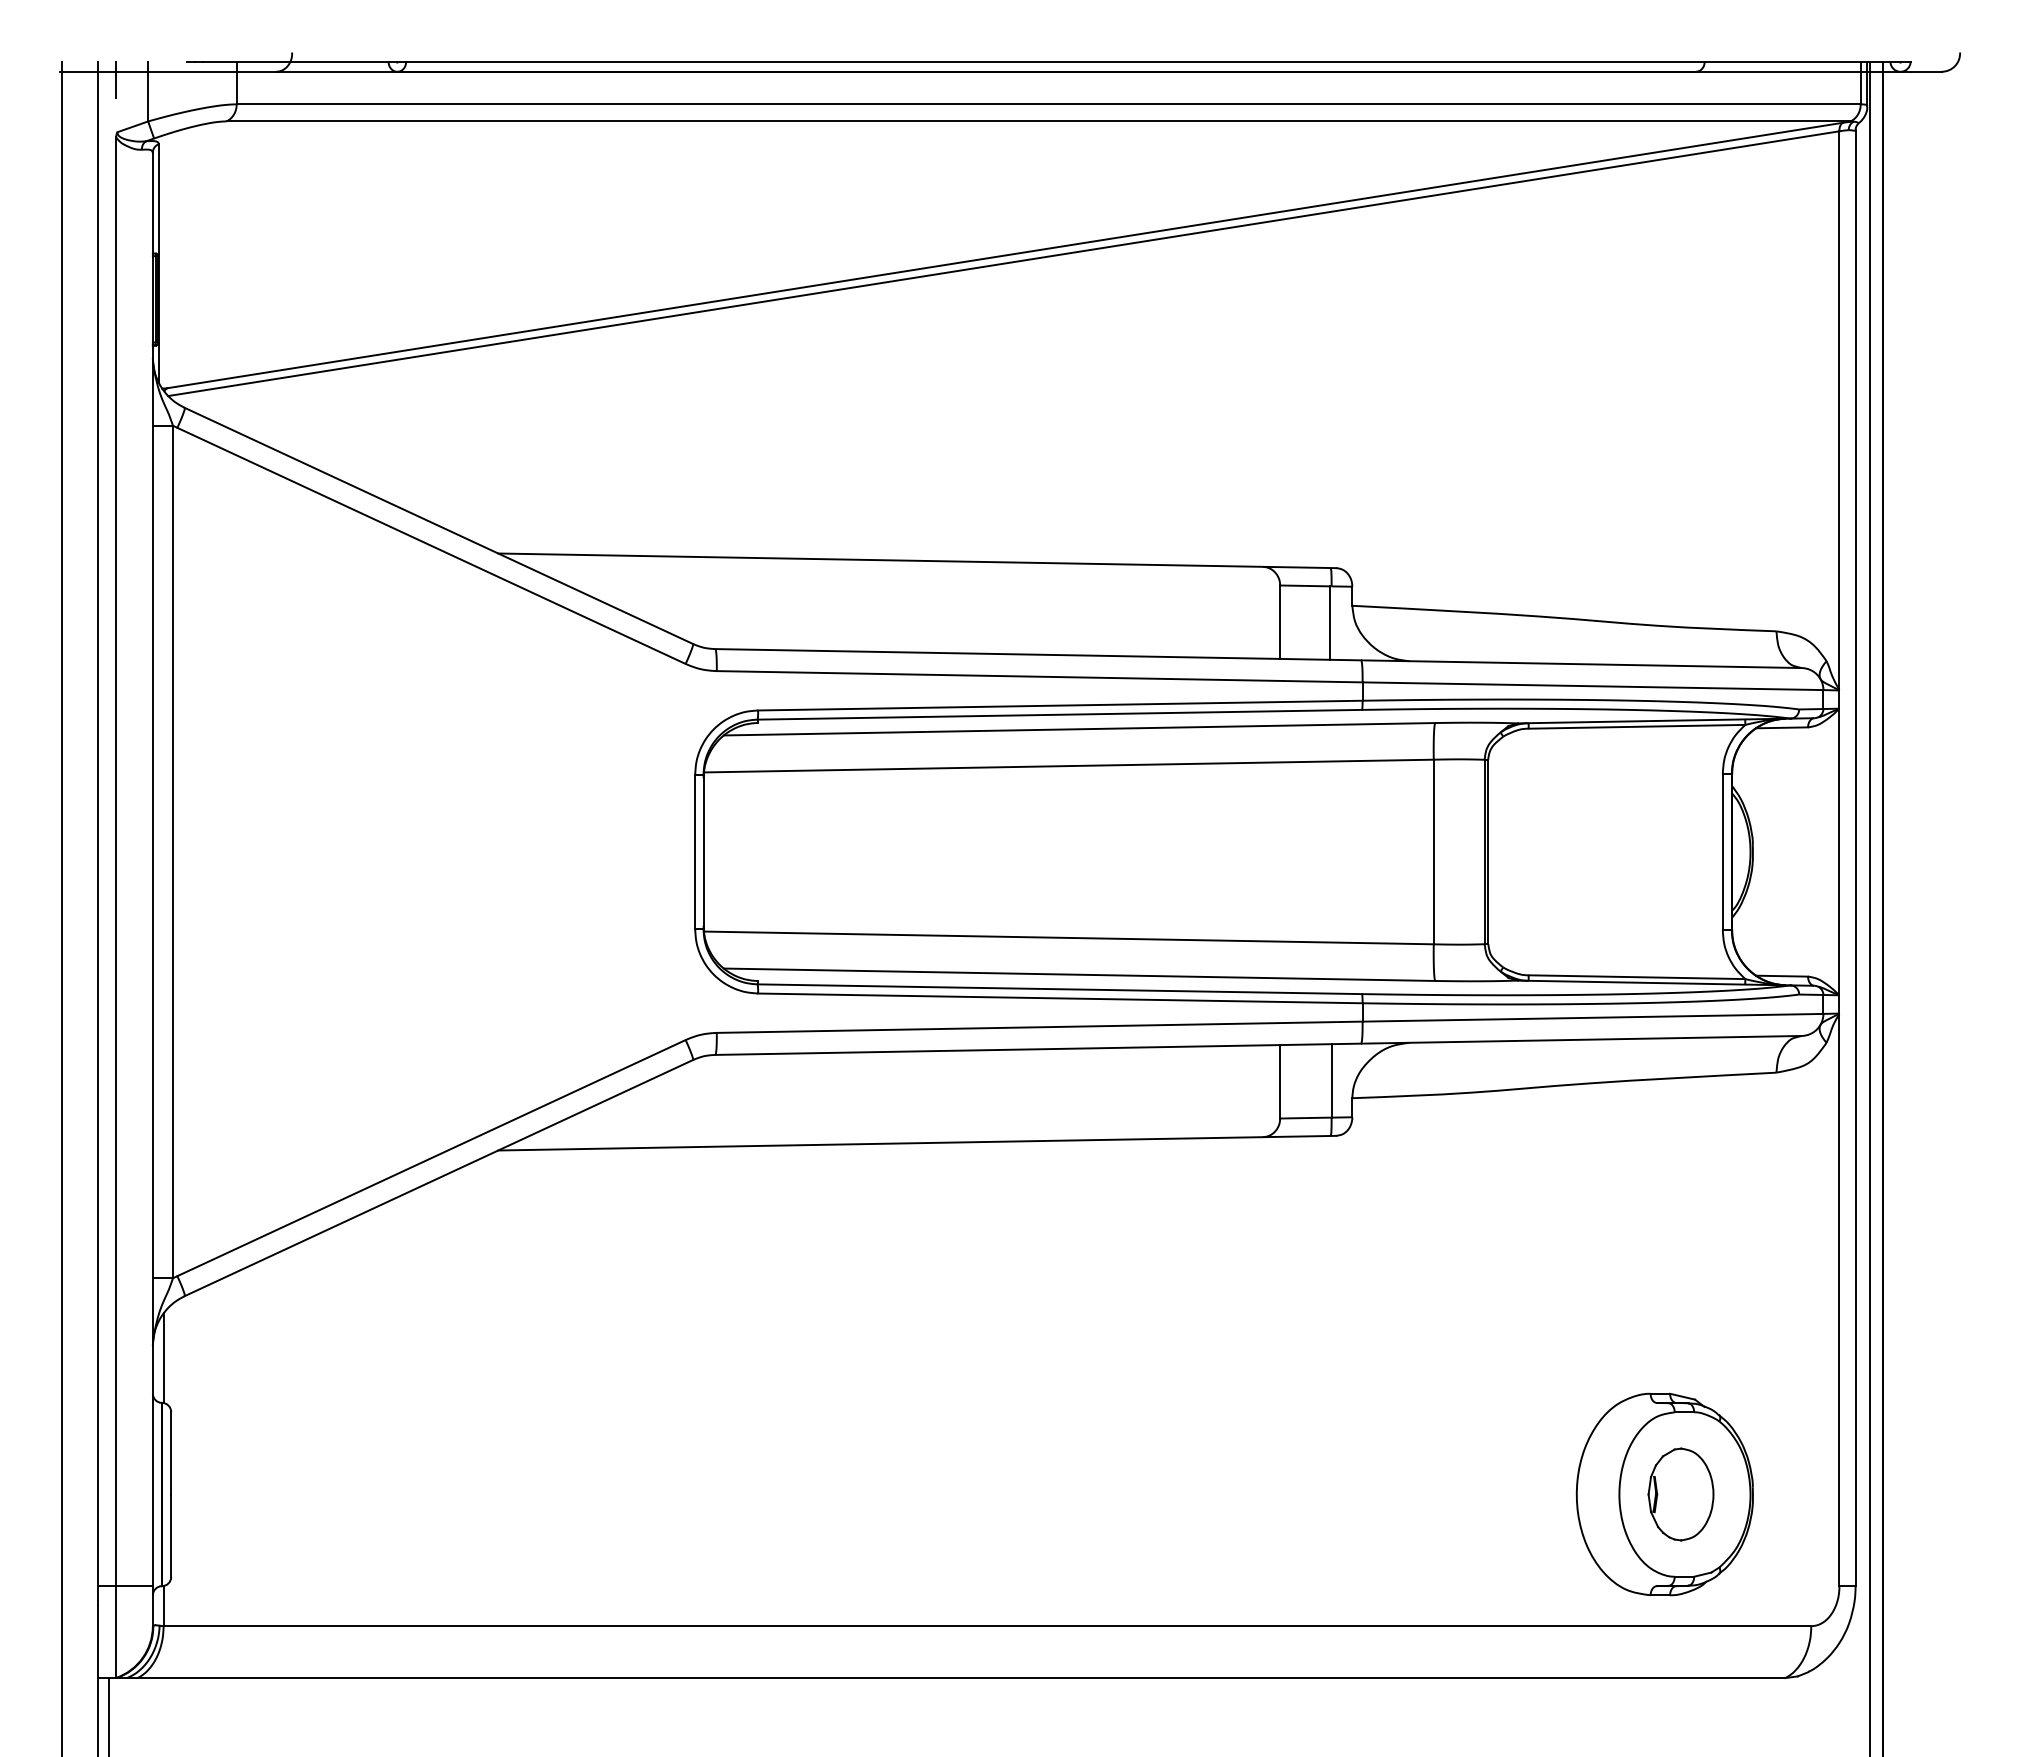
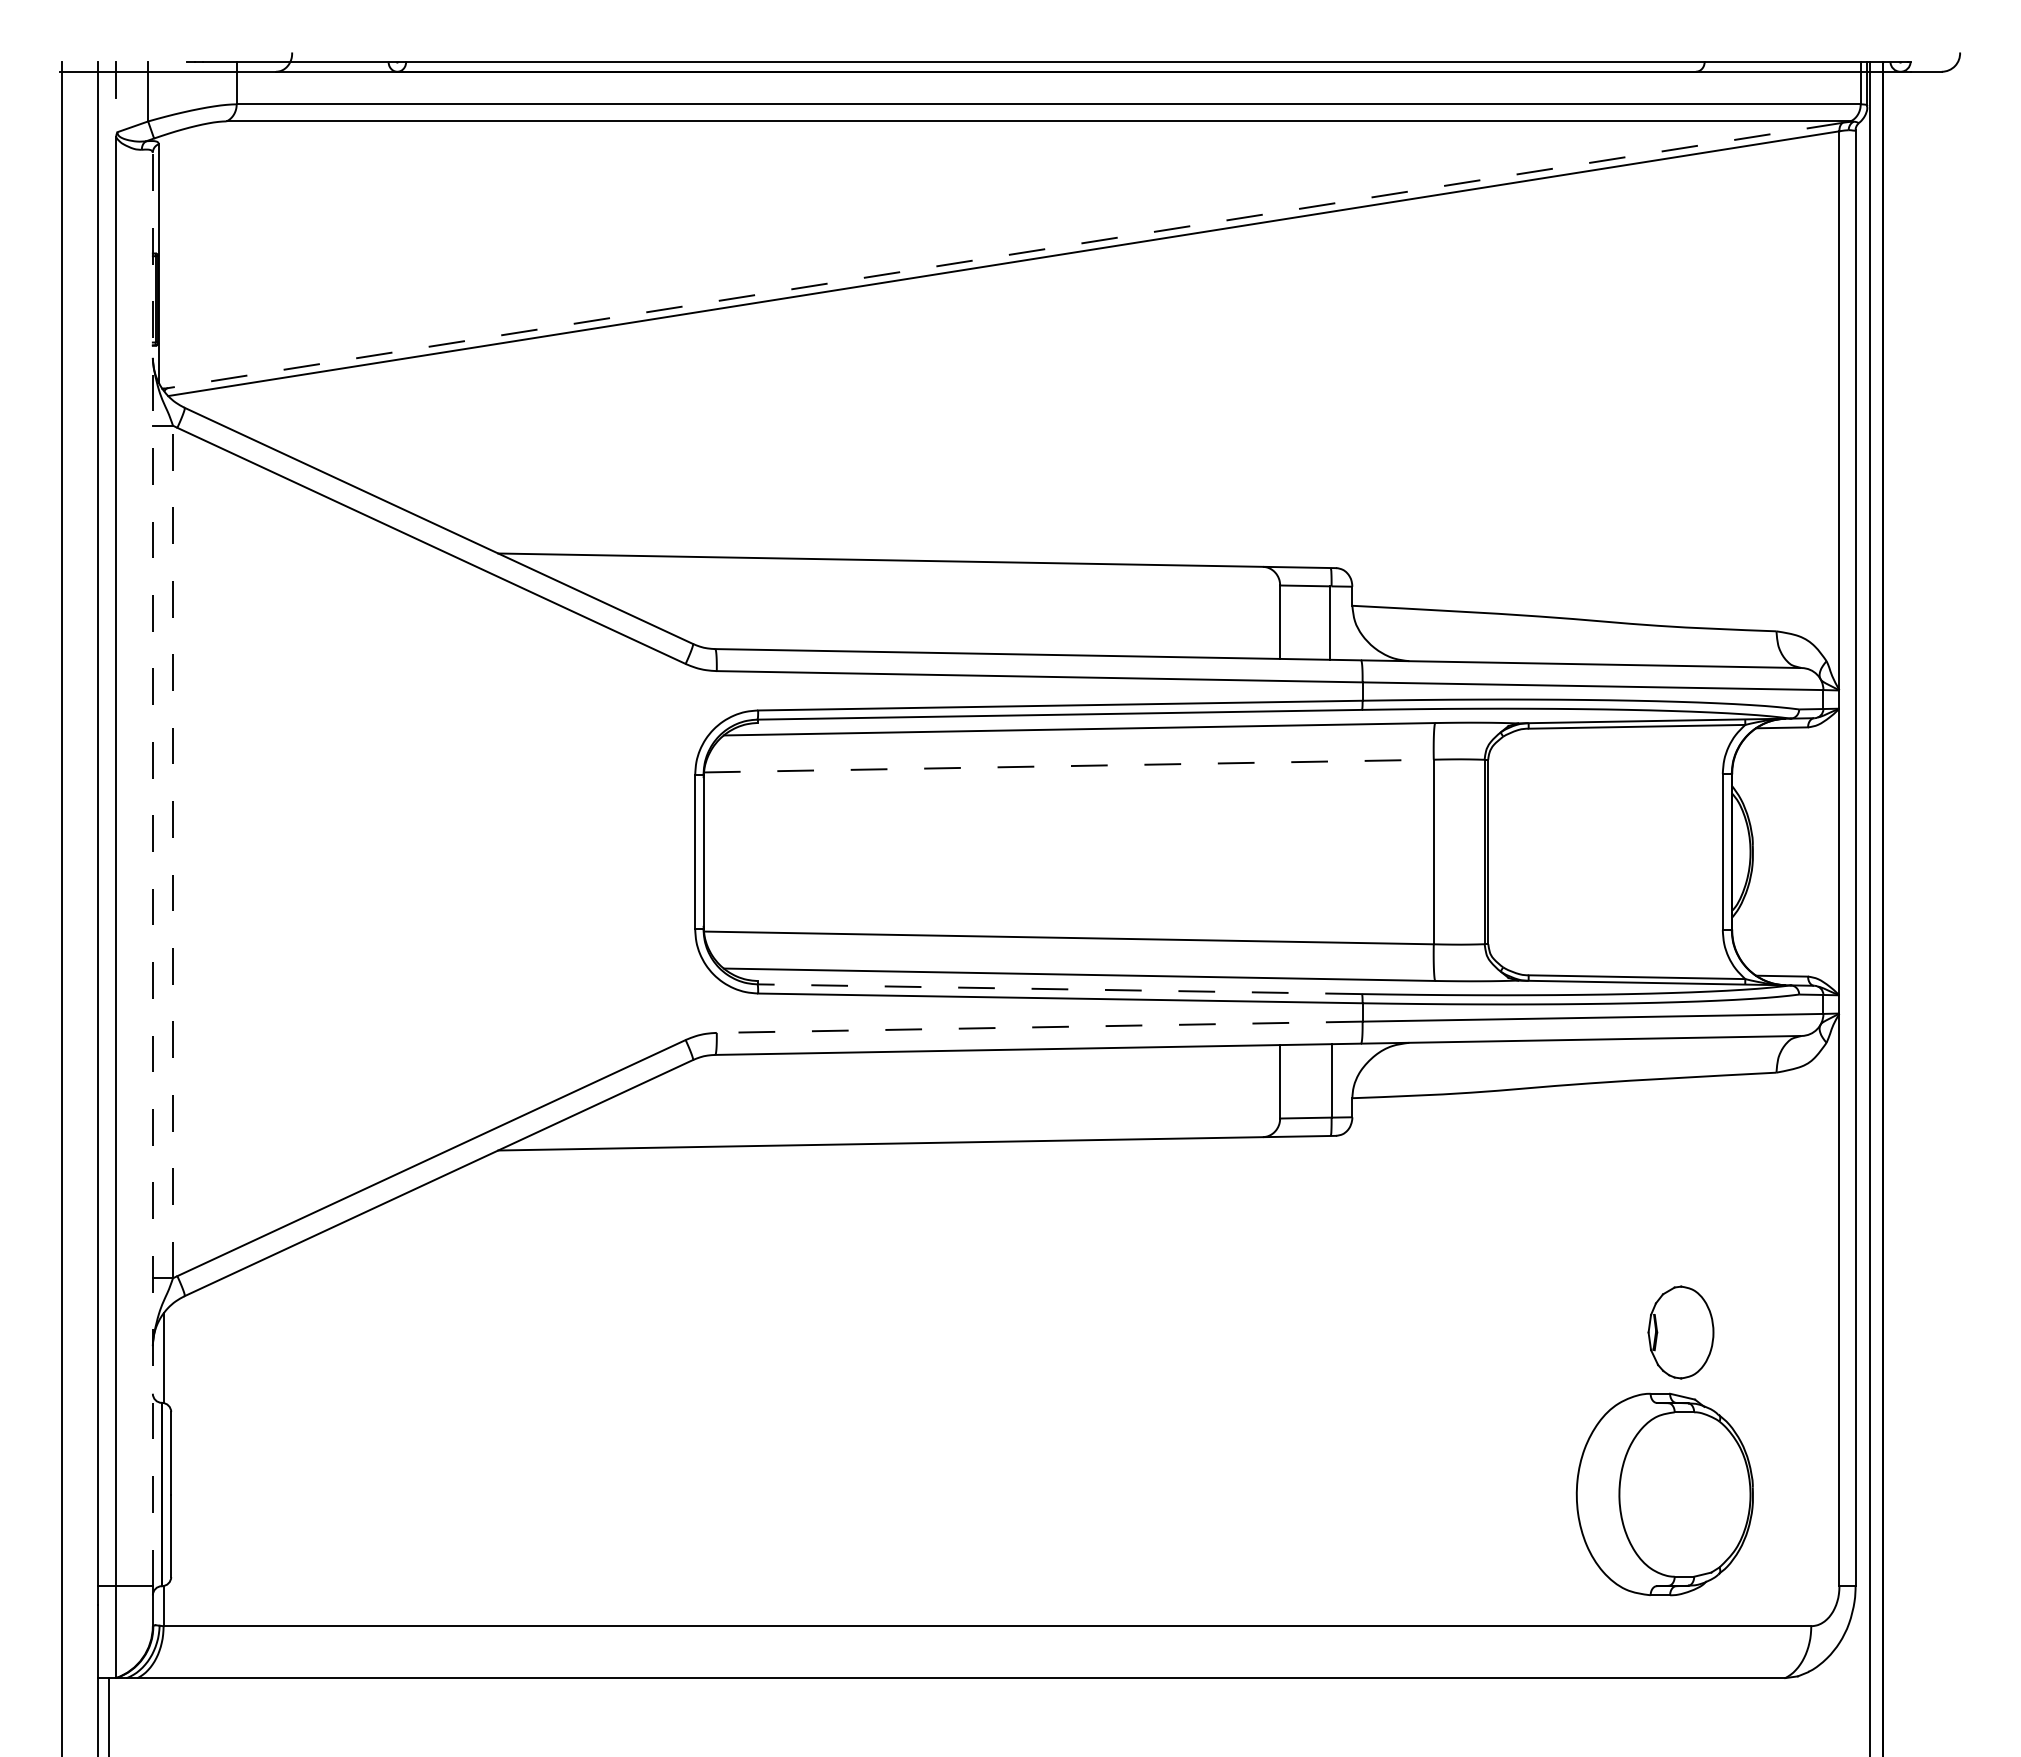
line at (1004, 255): solid -> dashed
line at (1068, 766): solid -> dashed
line at (172, 851): solid -> dashed
line at (152, 869): solid -> dashed
line at (1059, 989): solid -> dashed
line at (1039, 1027): solid -> dashed
part at (1680, 1494) position: (1680, 1494) -> (1680, 1332)
